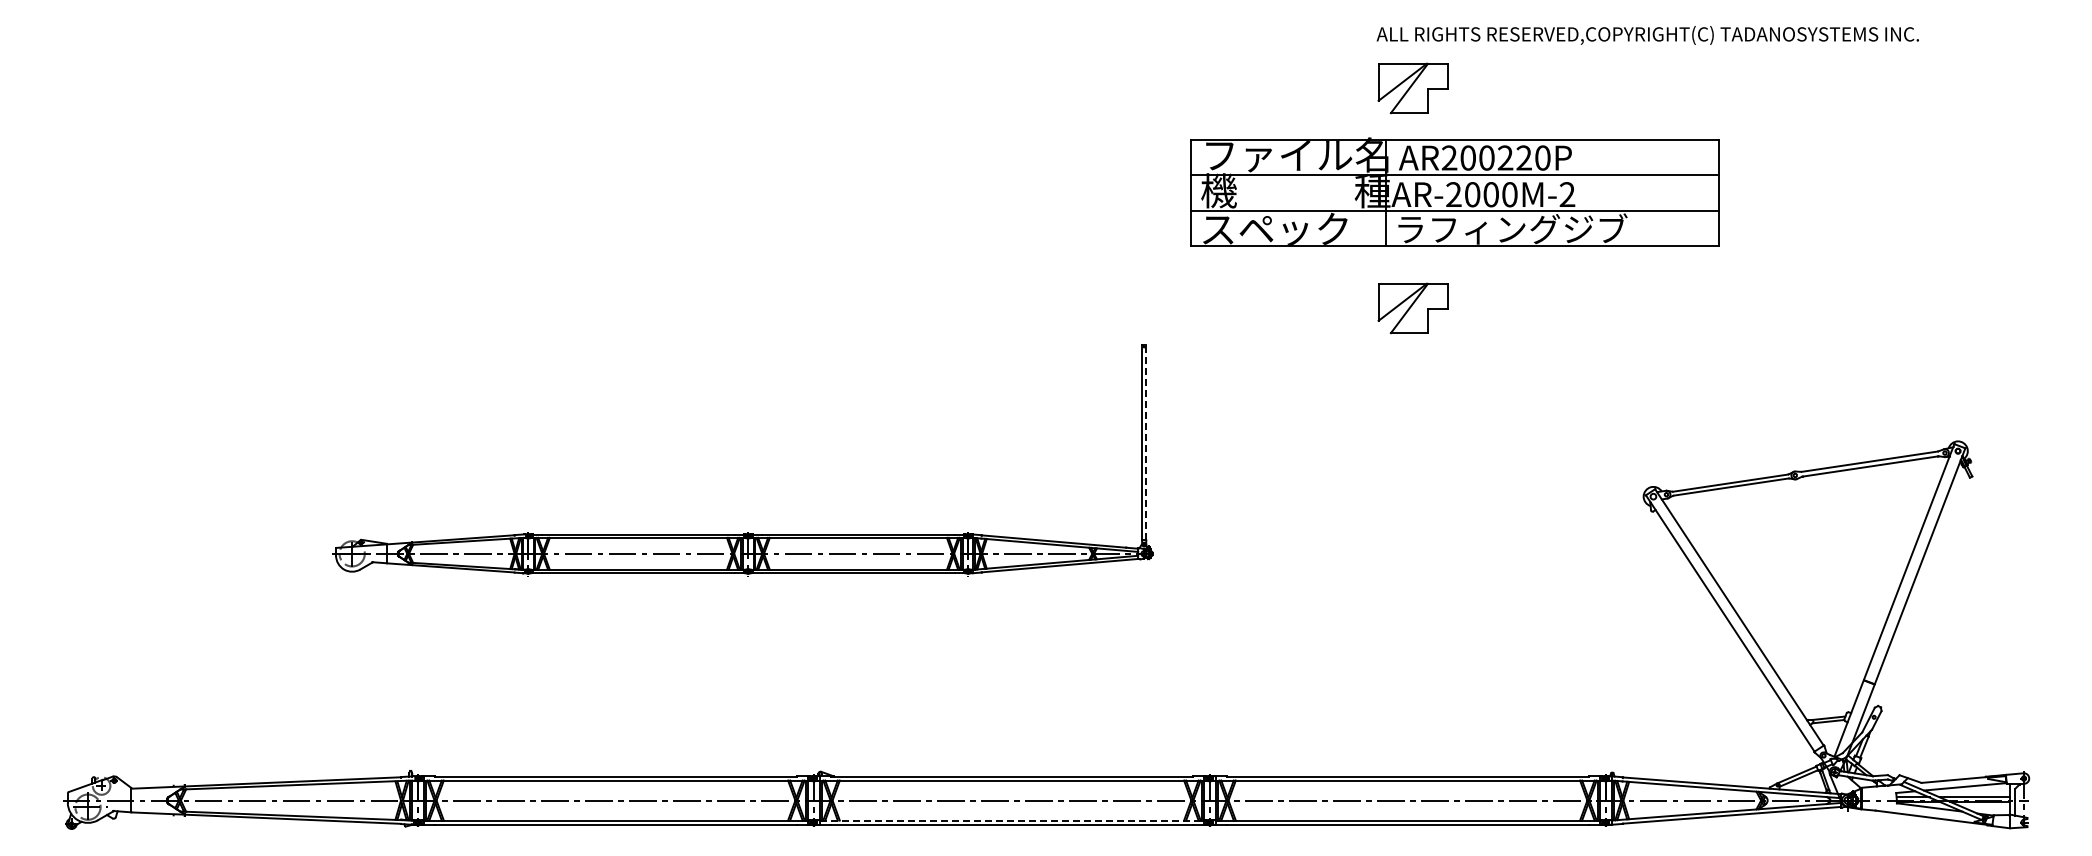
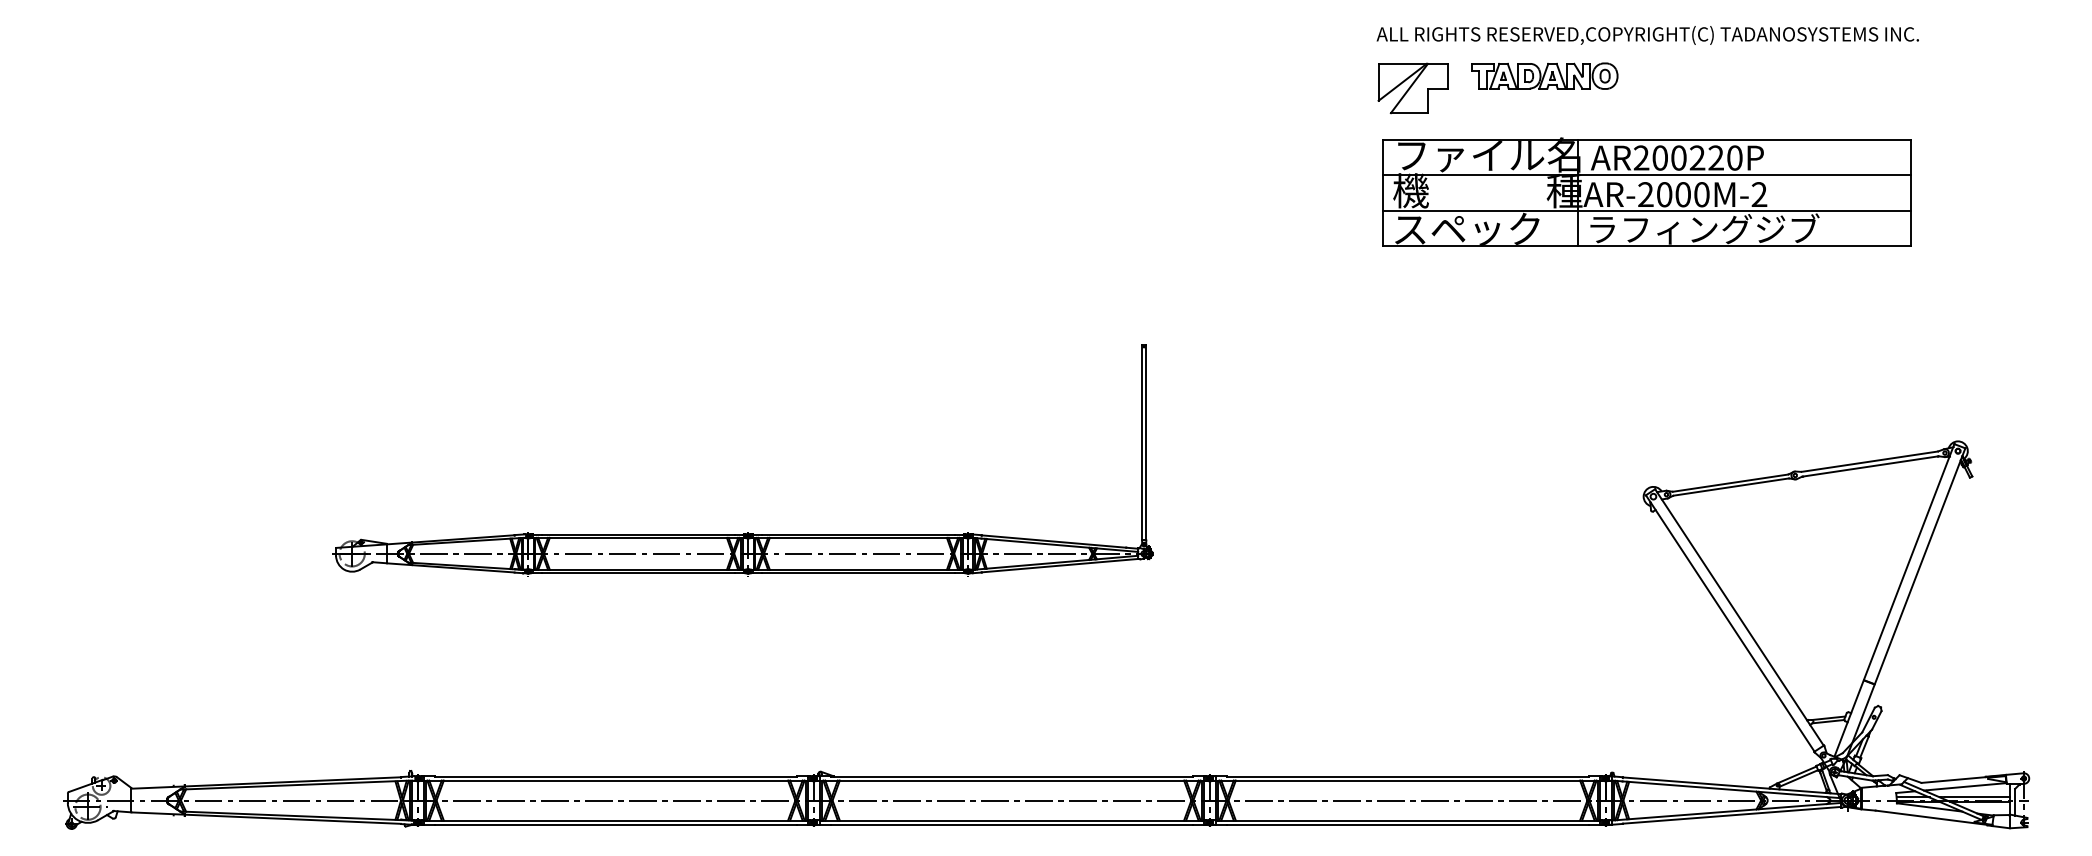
part at (1544, 75): none -> present
part at (1454, 191) position: (1454, 191) -> (1646, 191)
part at (1412, 308): present -> none
line at (1146, 442): dashed -> solid
line at (1012, 820): dashed -> solid
